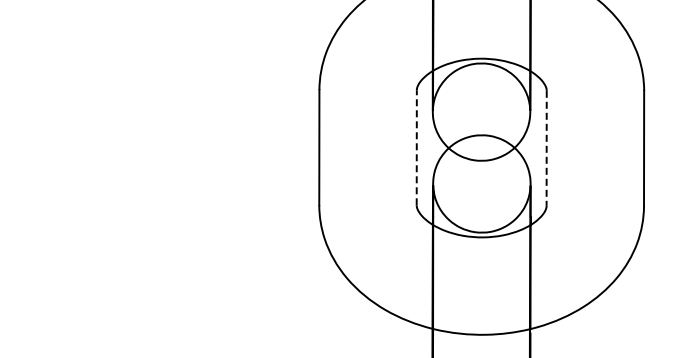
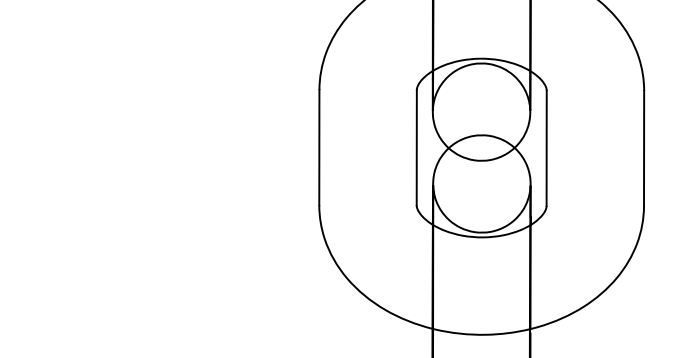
line at (416, 147): dashed -> solid
line at (546, 148): dashed -> solid
